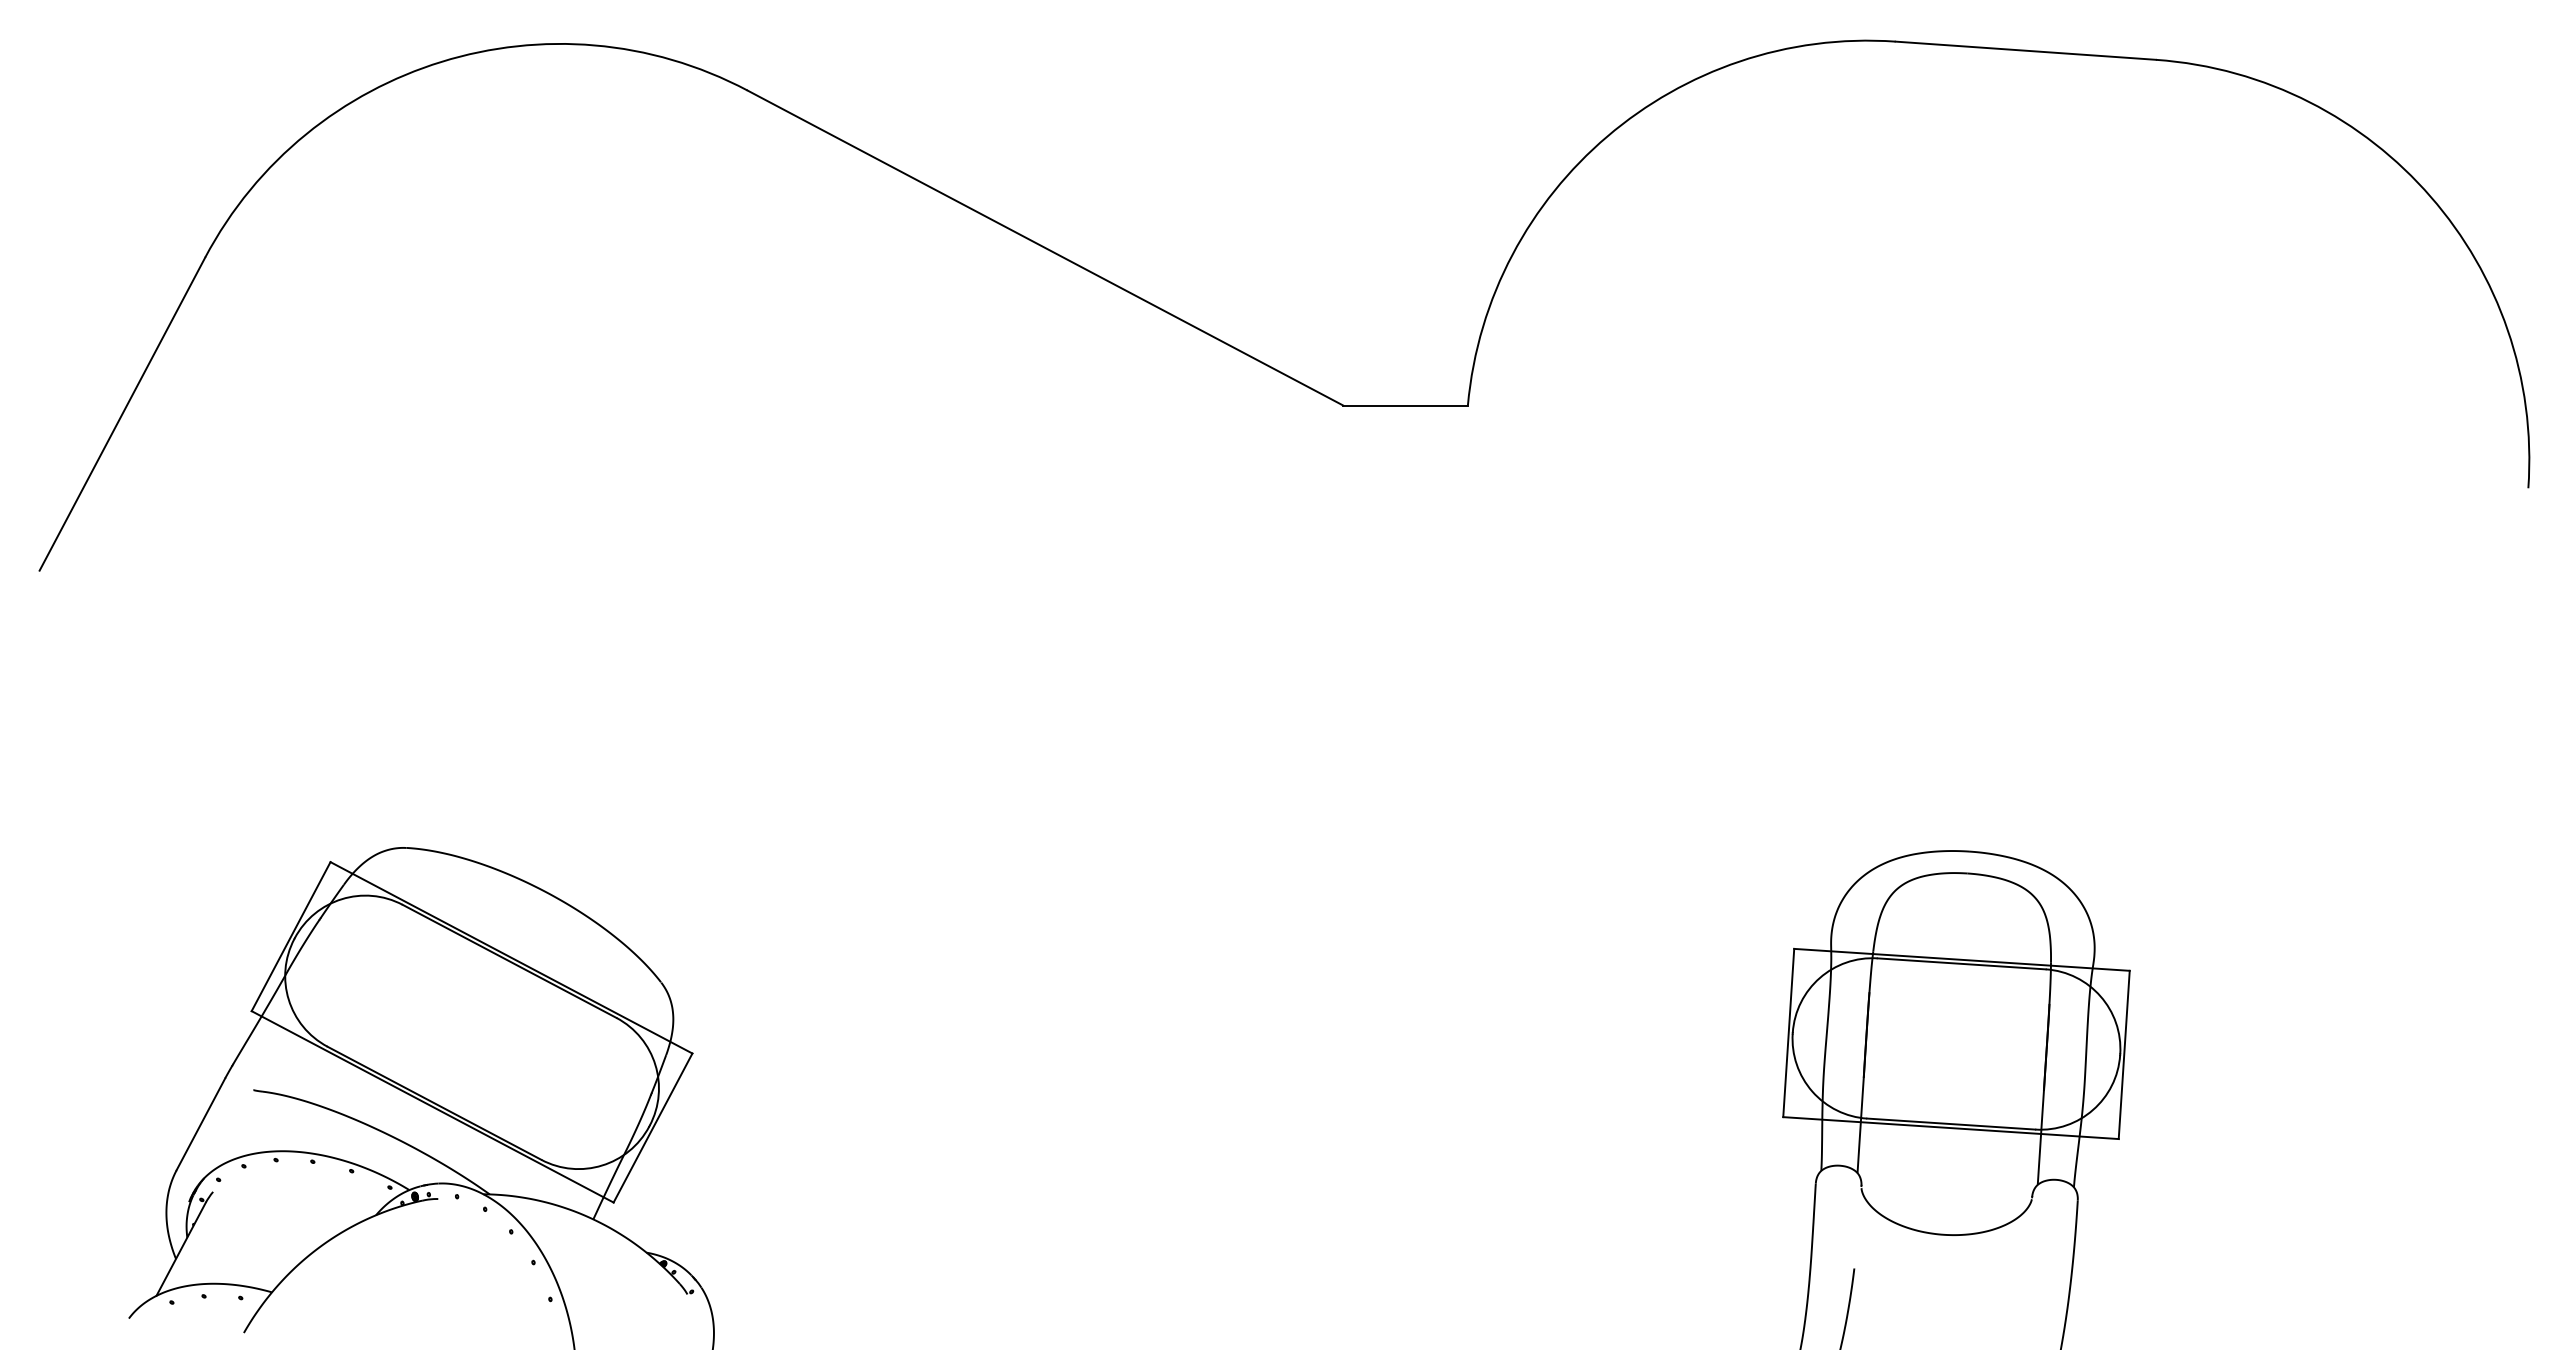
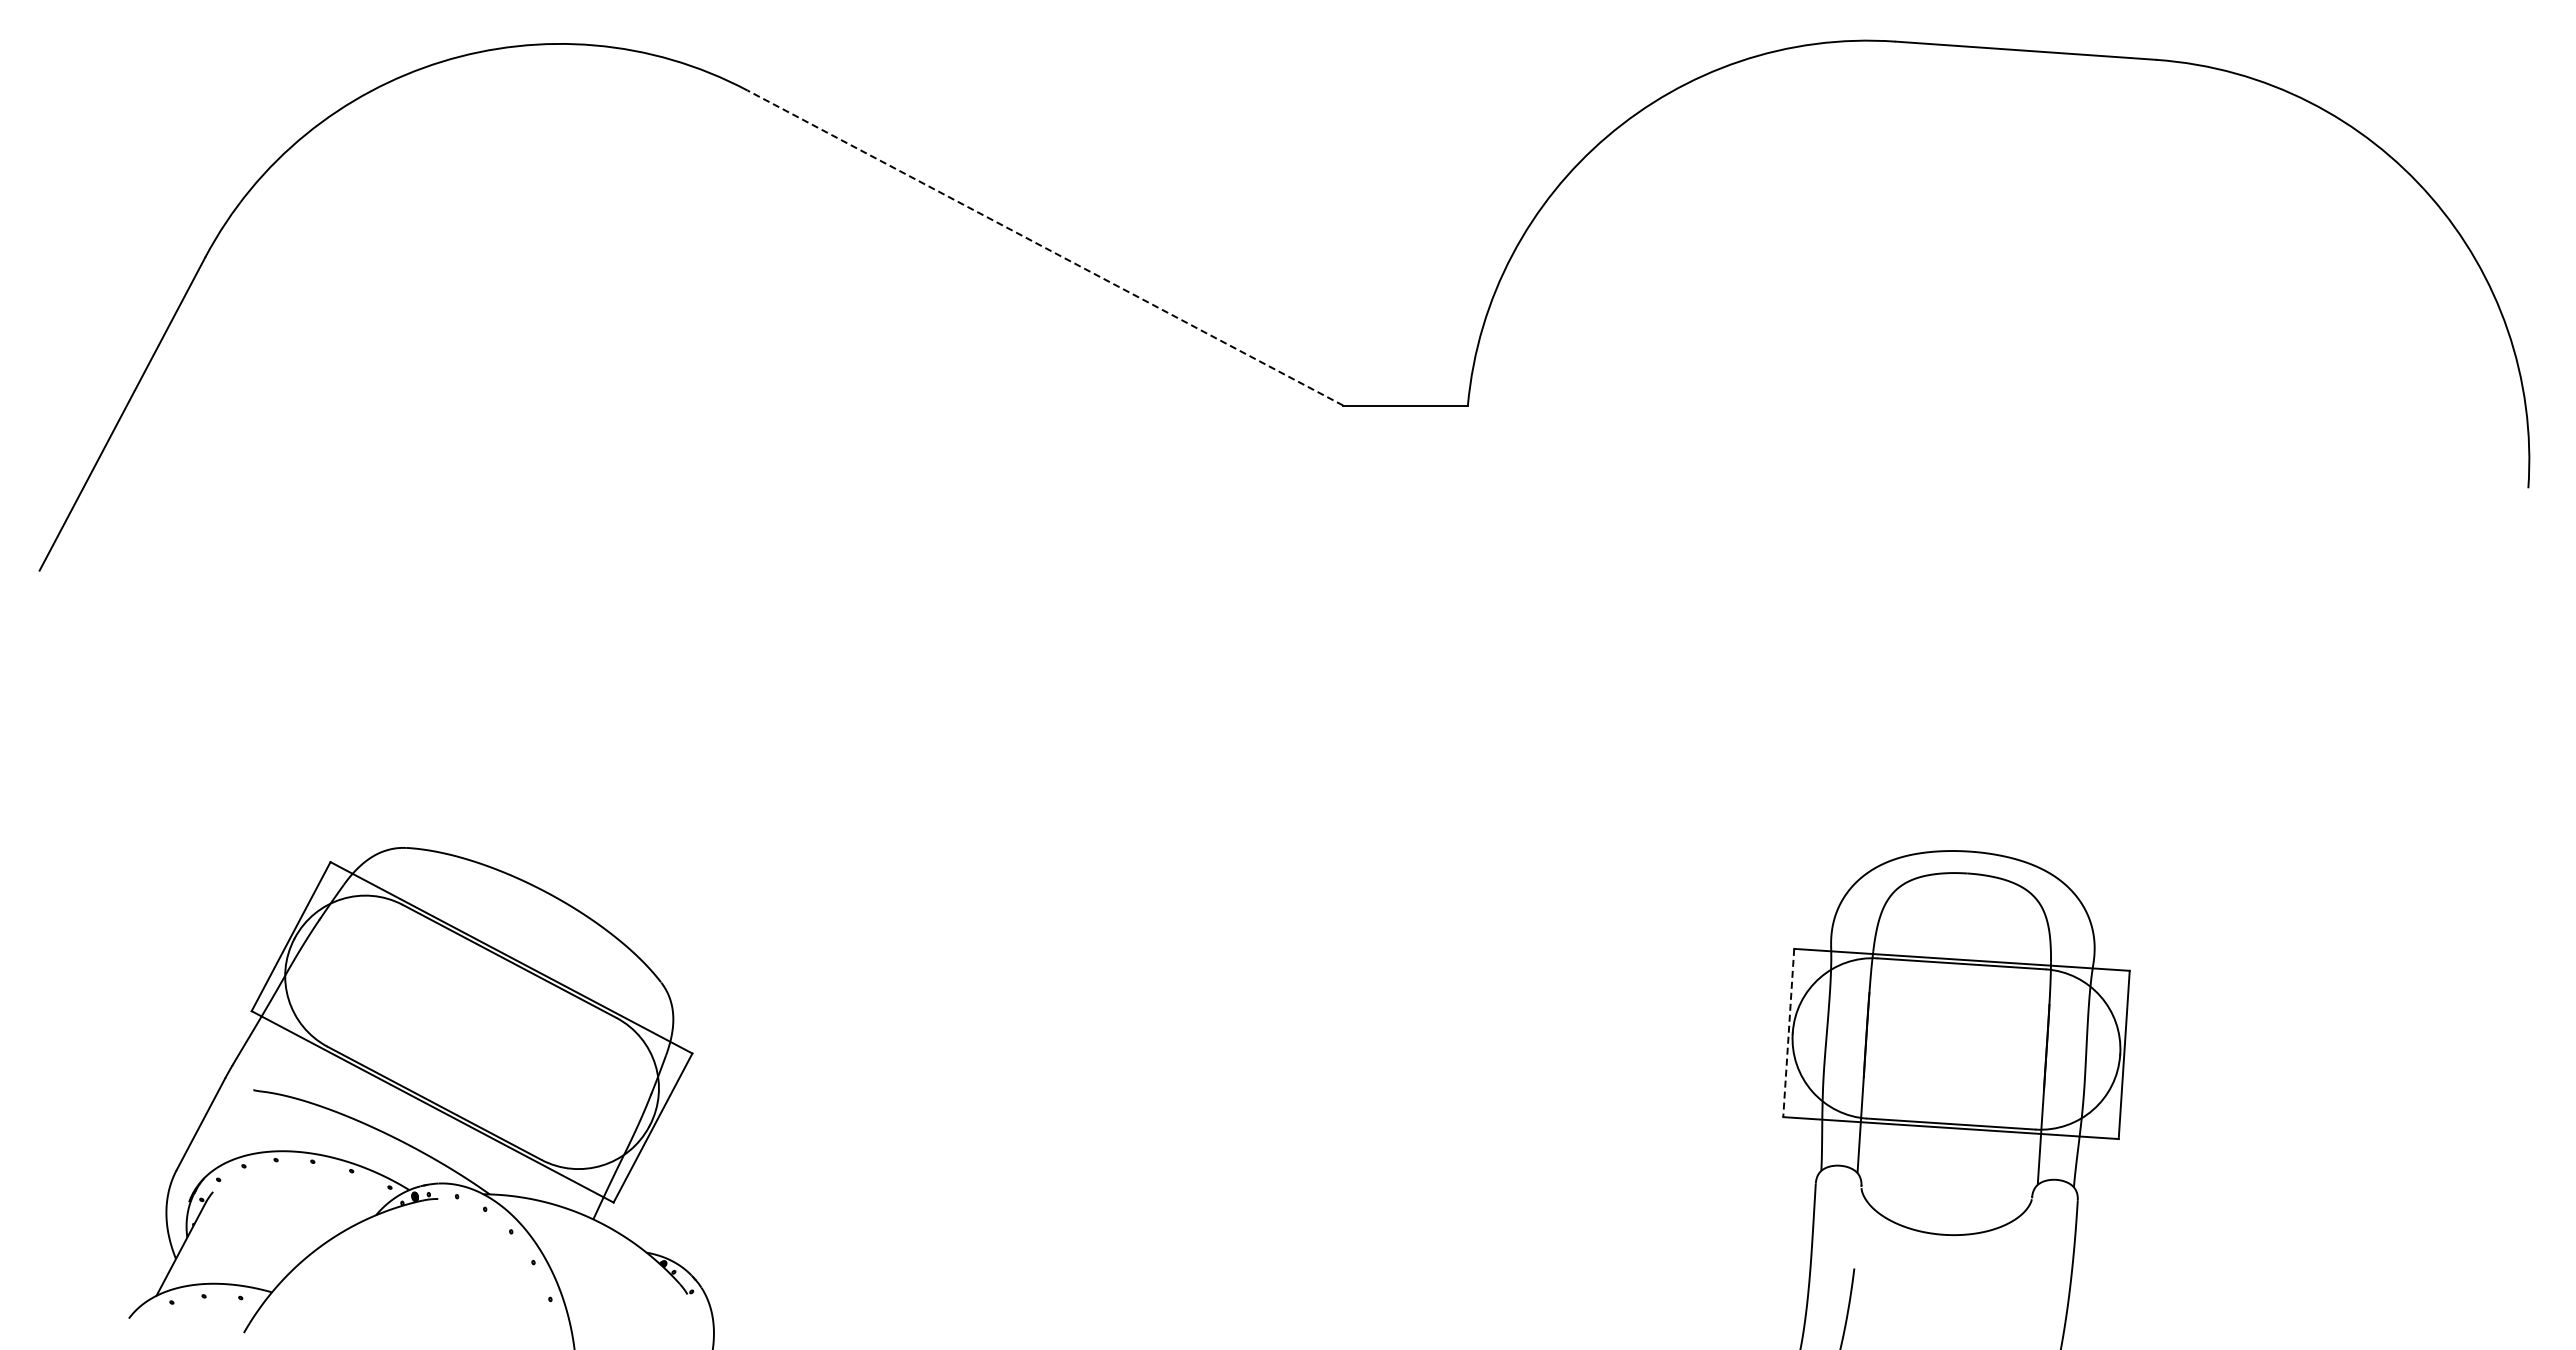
line at (1045, 248): solid -> dashed
line at (1788, 1033): solid -> dashed
